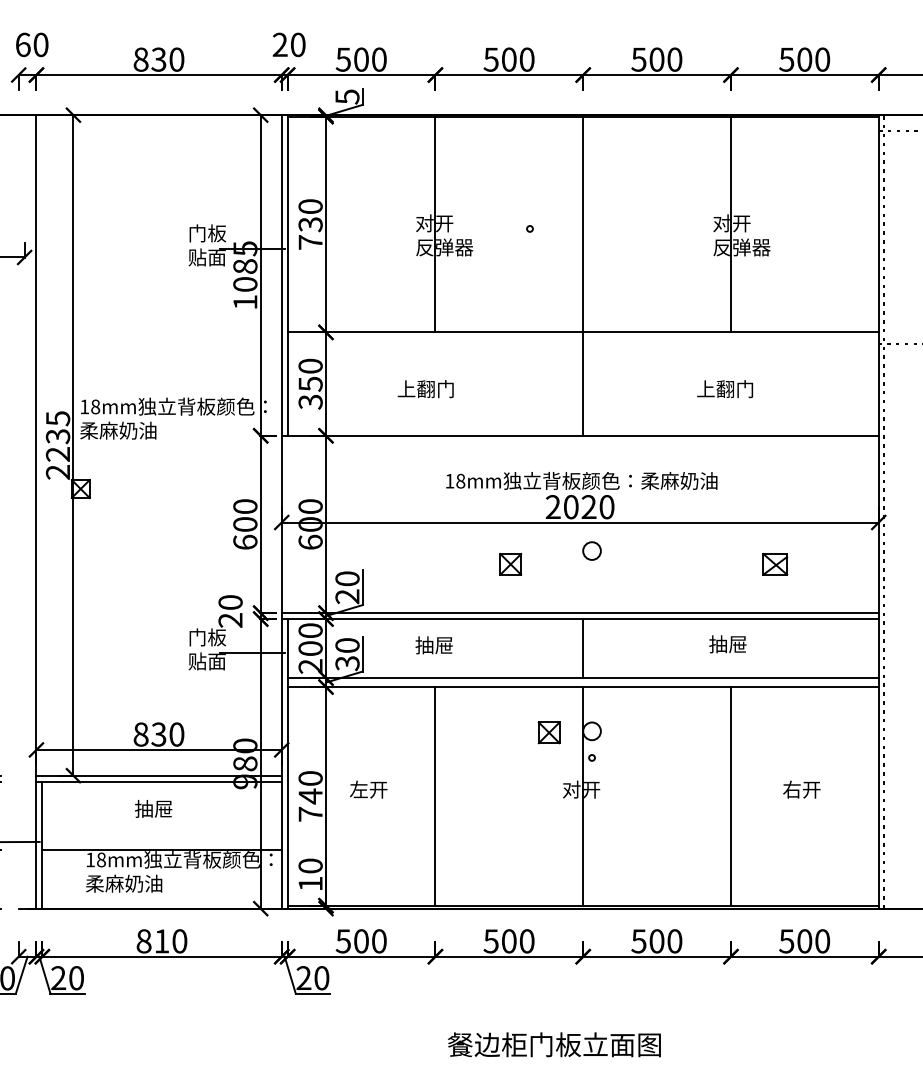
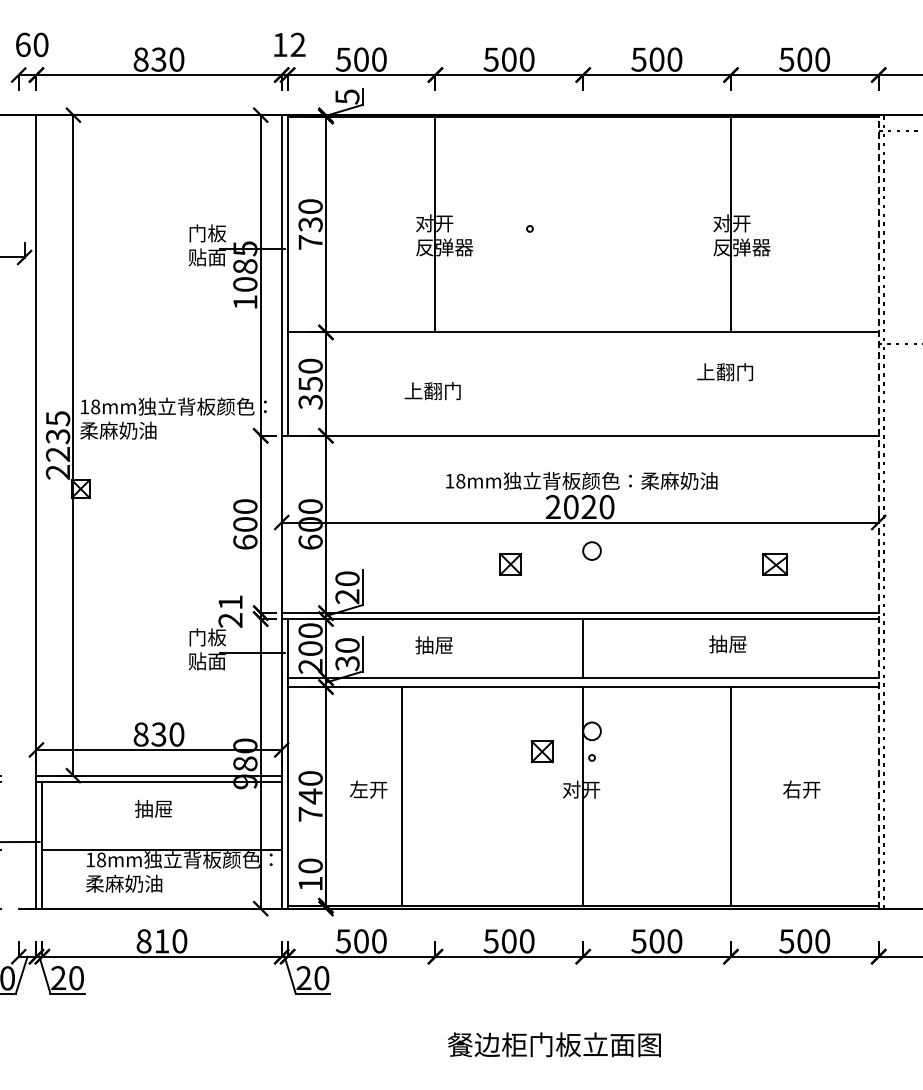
text at (288, 44): 20 -> 12
line at (583, 275): present -> none
text at (425, 389) position: (425, 389) -> (432, 391)
text at (725, 389) position: (725, 389) -> (725, 372)
line at (878, 511): solid -> dashed
text at (230, 602): 20 -> 21
part at (548, 732) position: (548, 732) -> (541, 751)
line at (435, 796) position: (435, 796) -> (402, 796)
